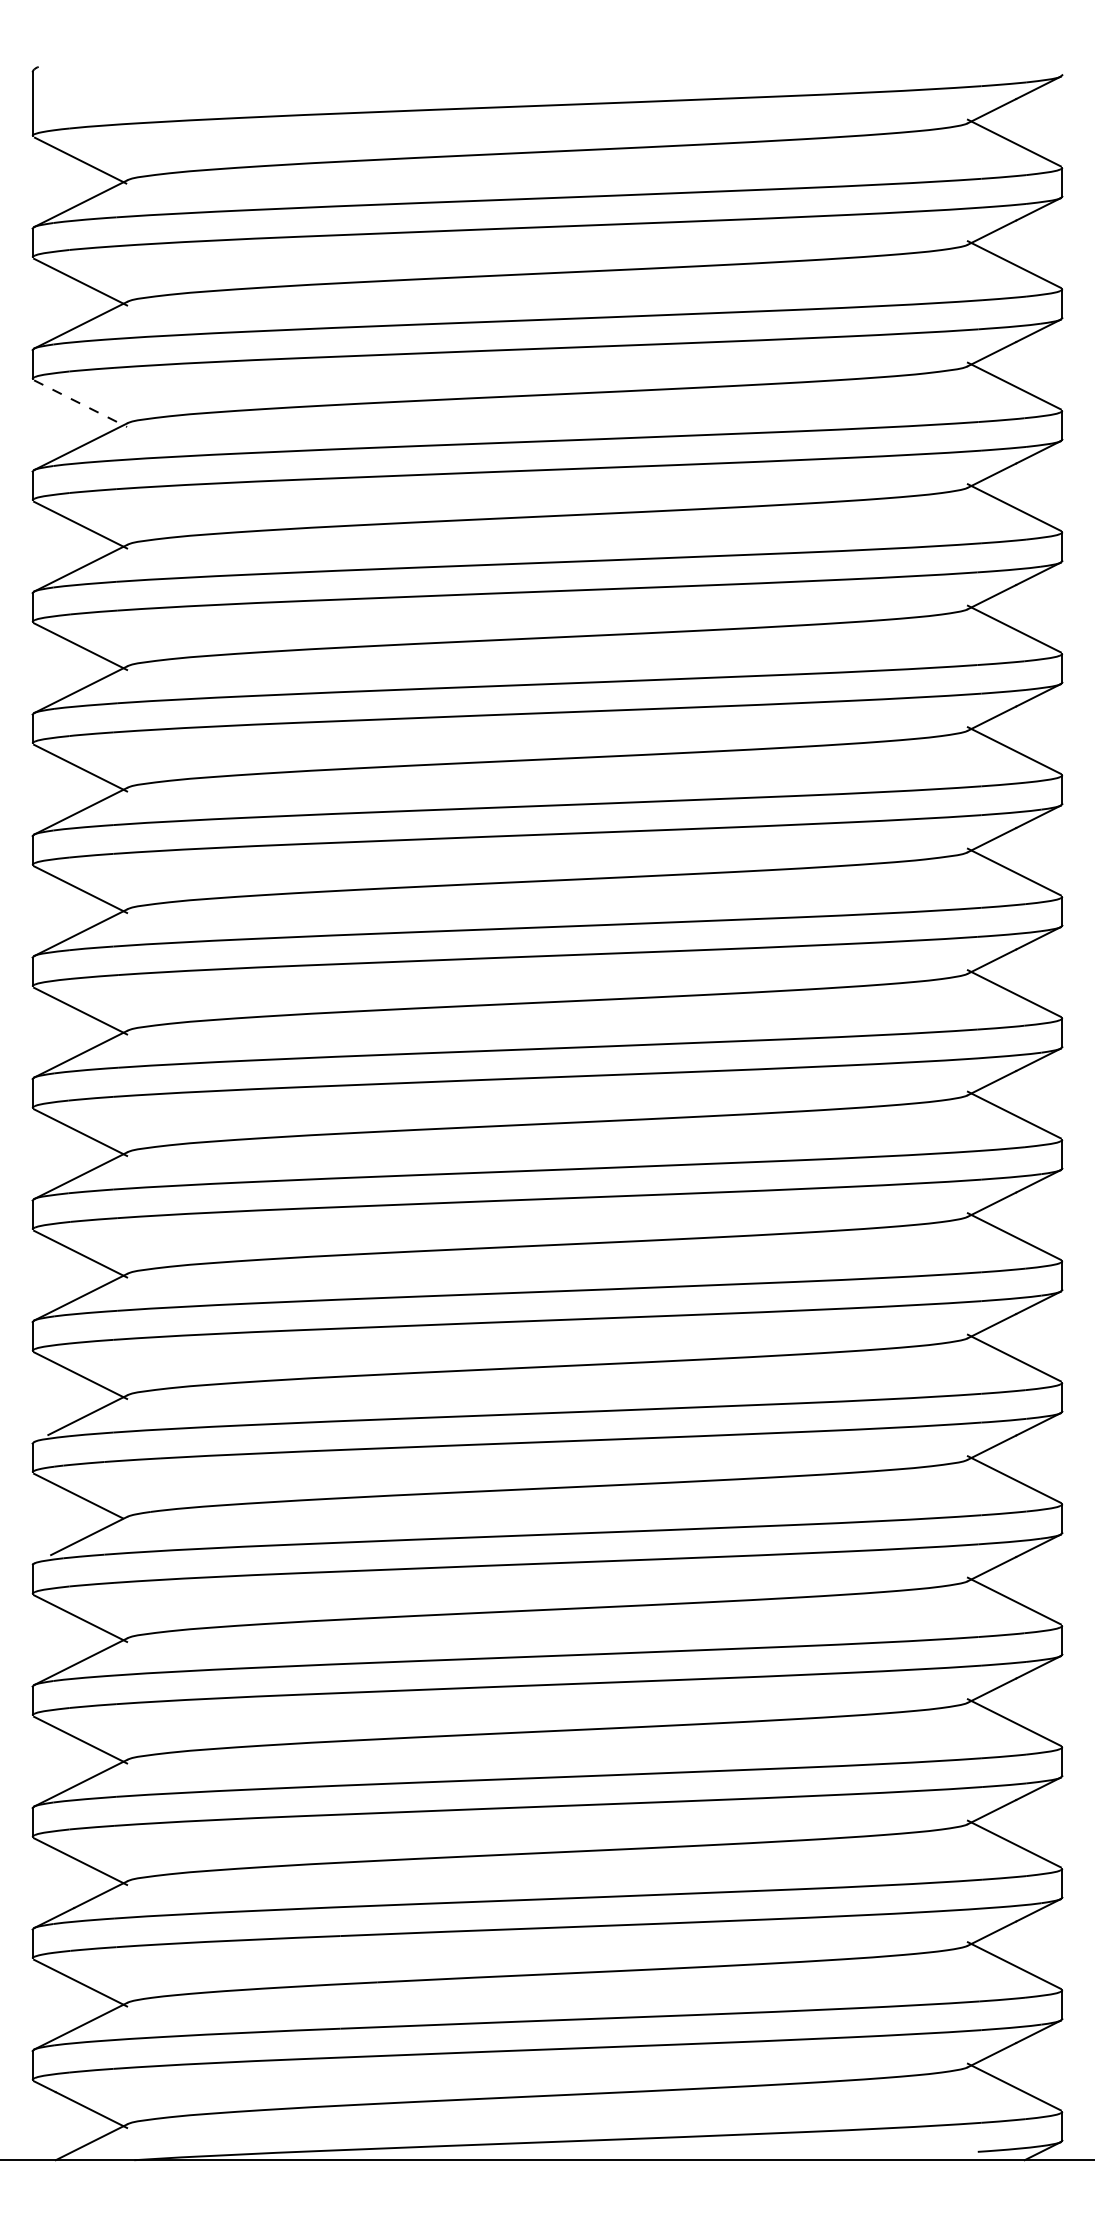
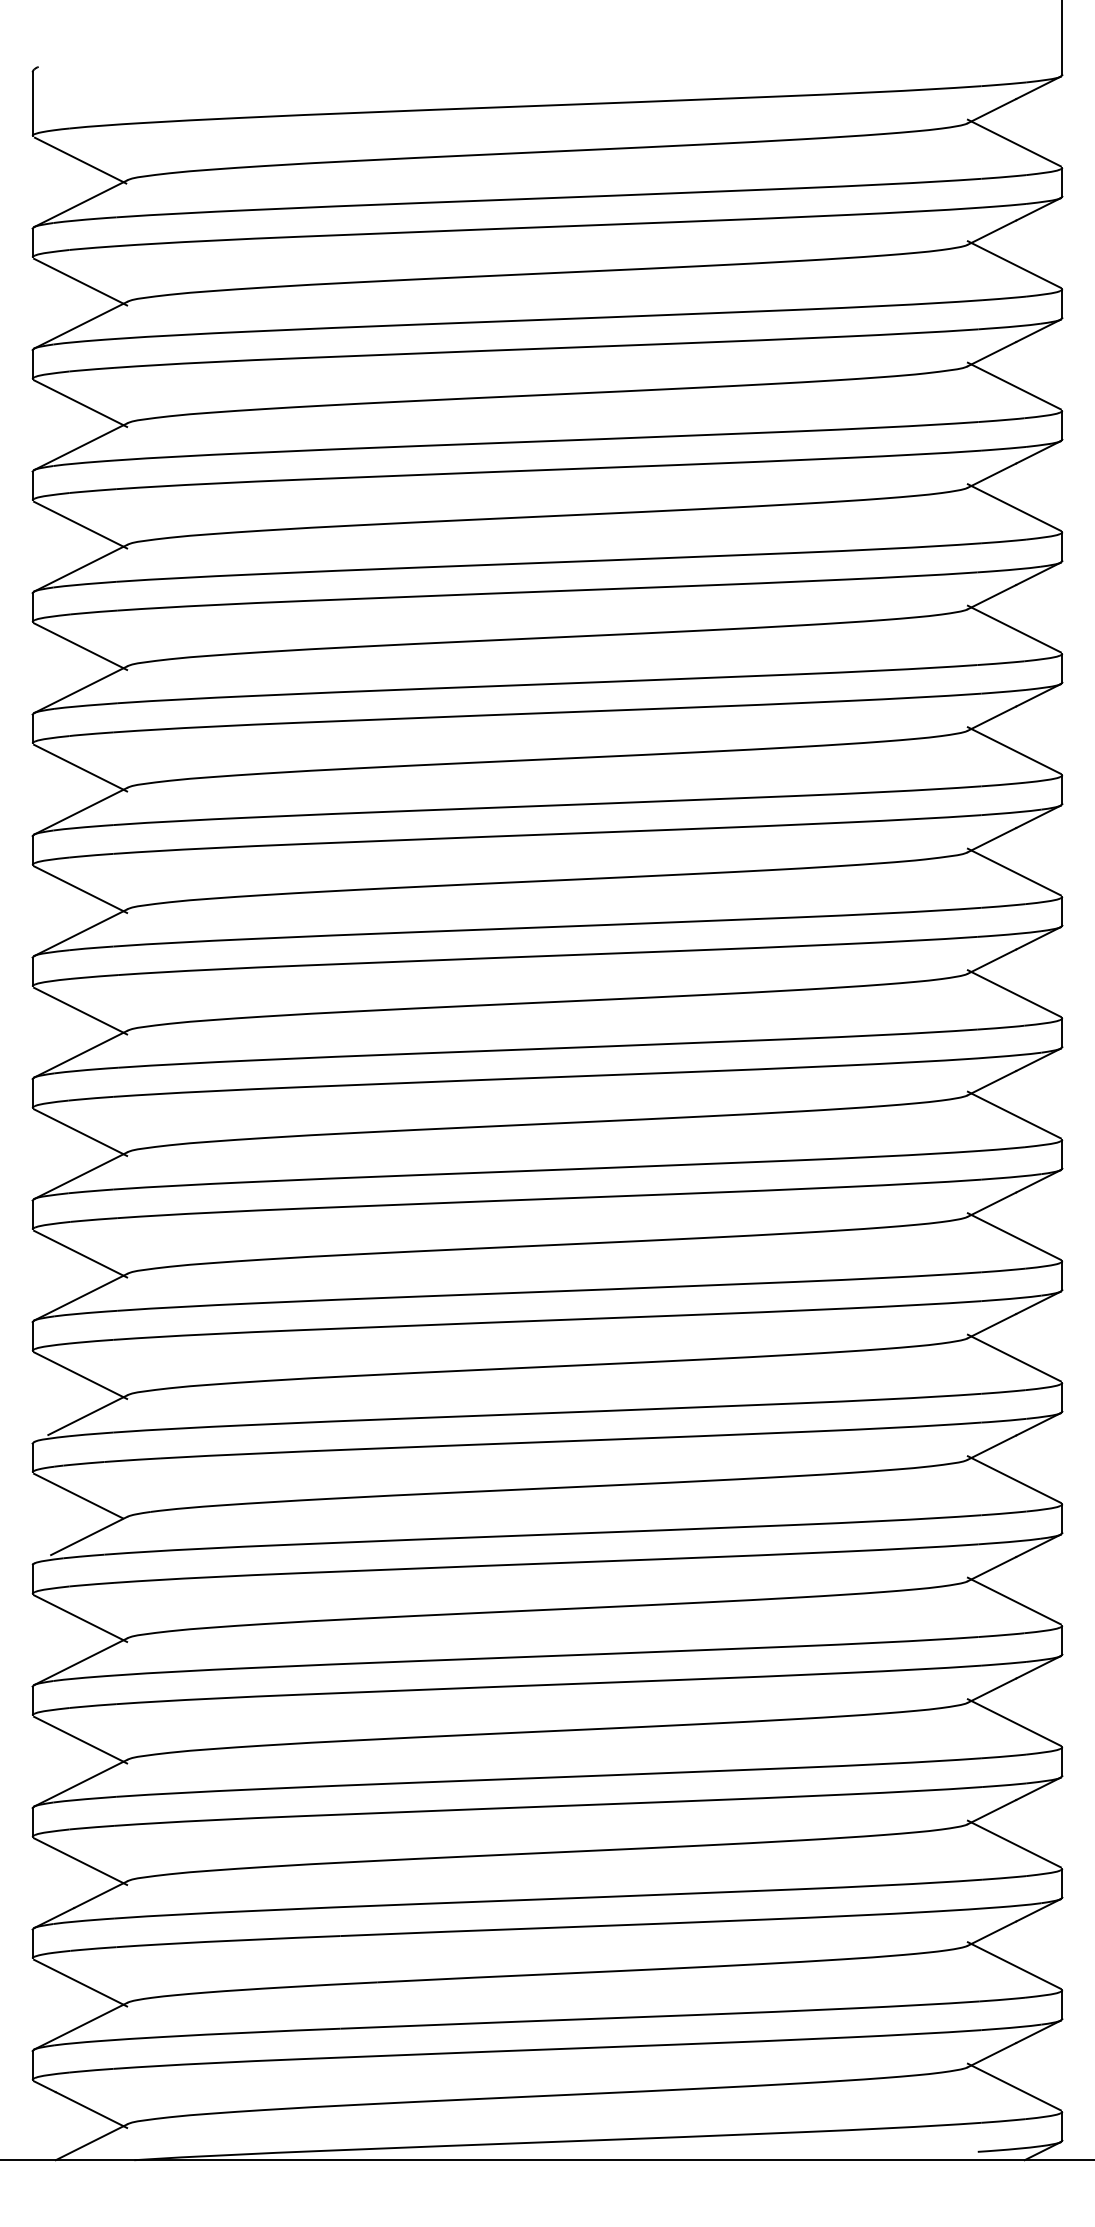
line at (1062, 38): none -> present
line at (81, 403): dashed -> solid
